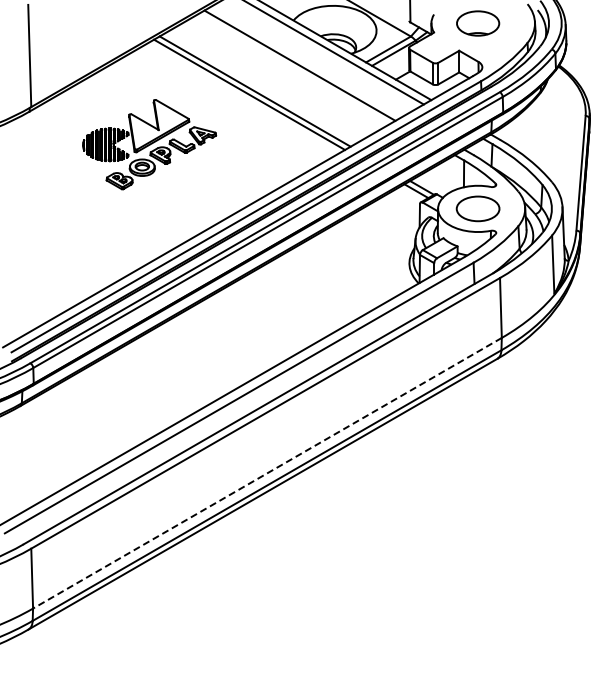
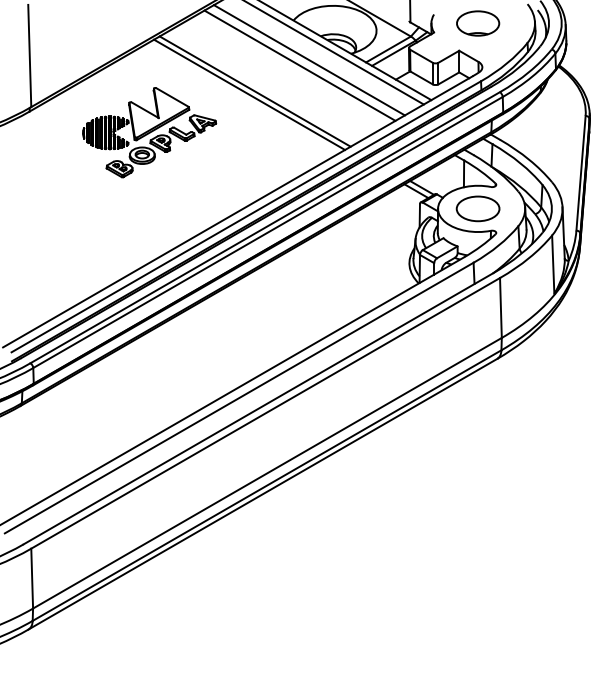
line at (308, 60): none -> present
part at (149, 144) position: (149, 144) -> (149, 132)
line at (267, 473): dashed -> solid
